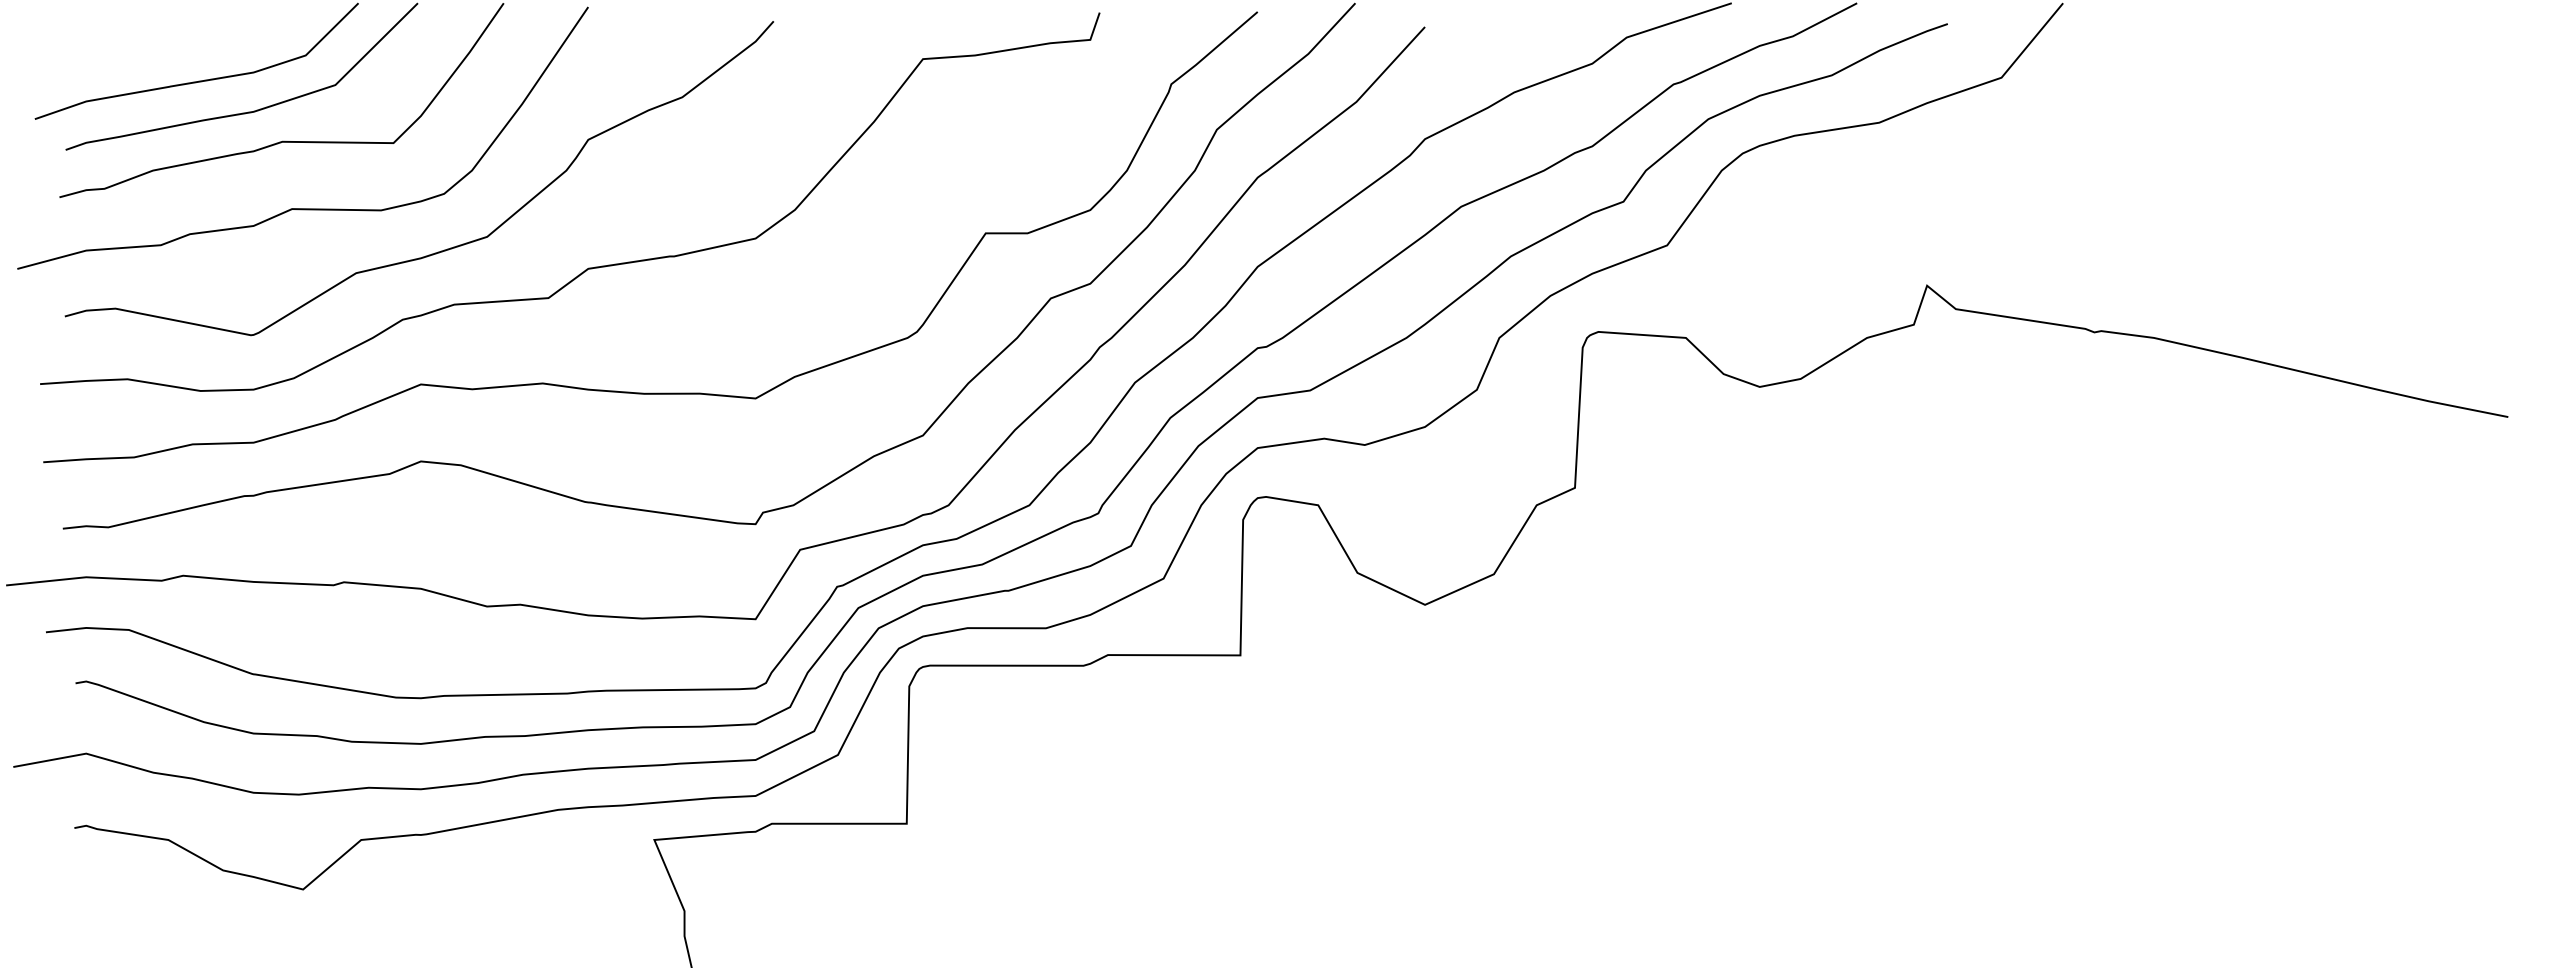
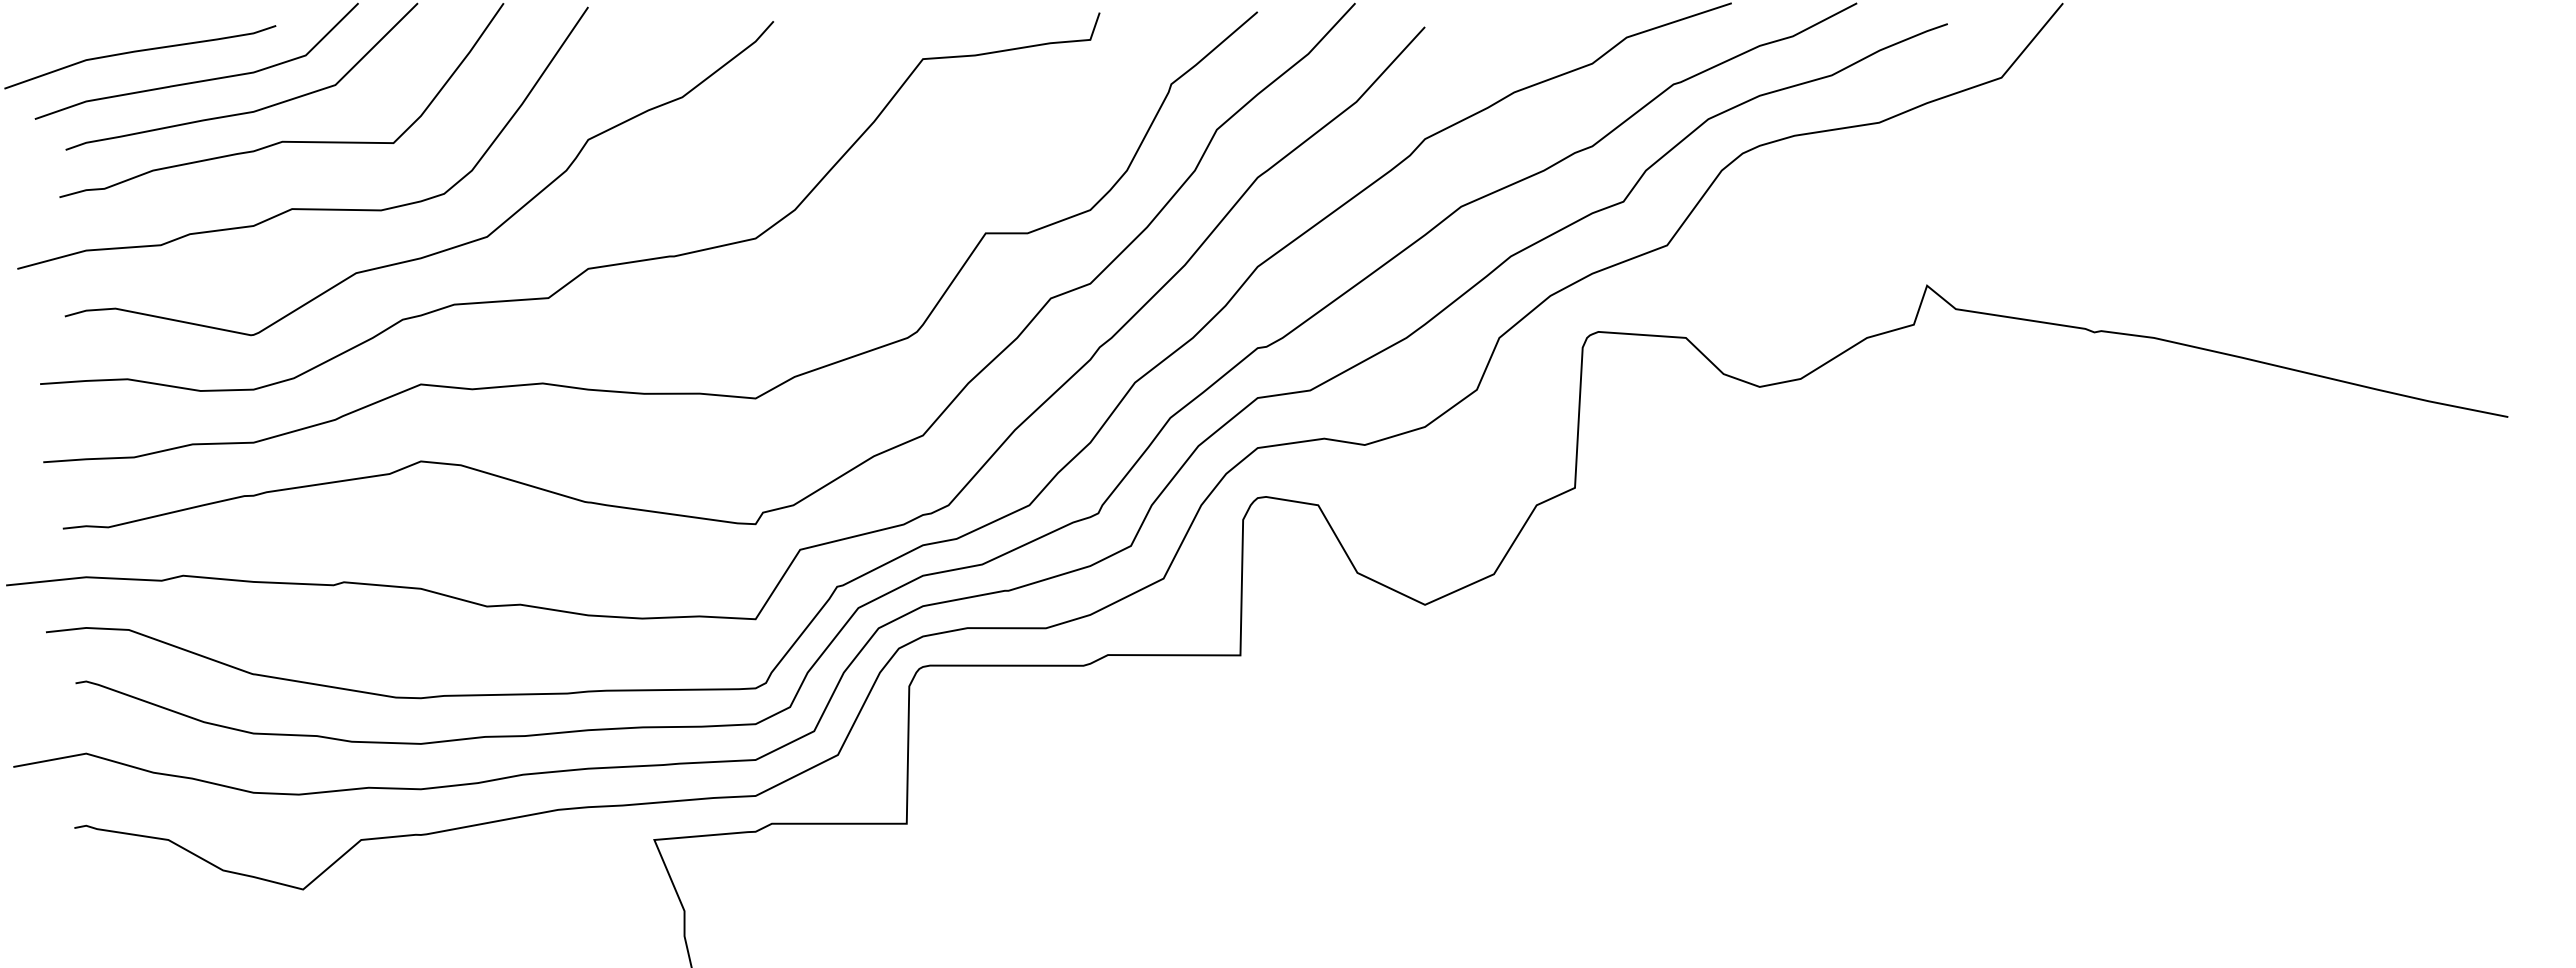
curve at (137, 52): none -> present
